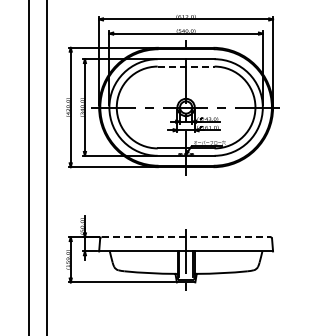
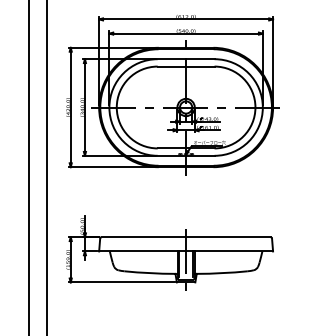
line at (186, 66): dashed -> solid
line at (186, 237): dashed -> solid
